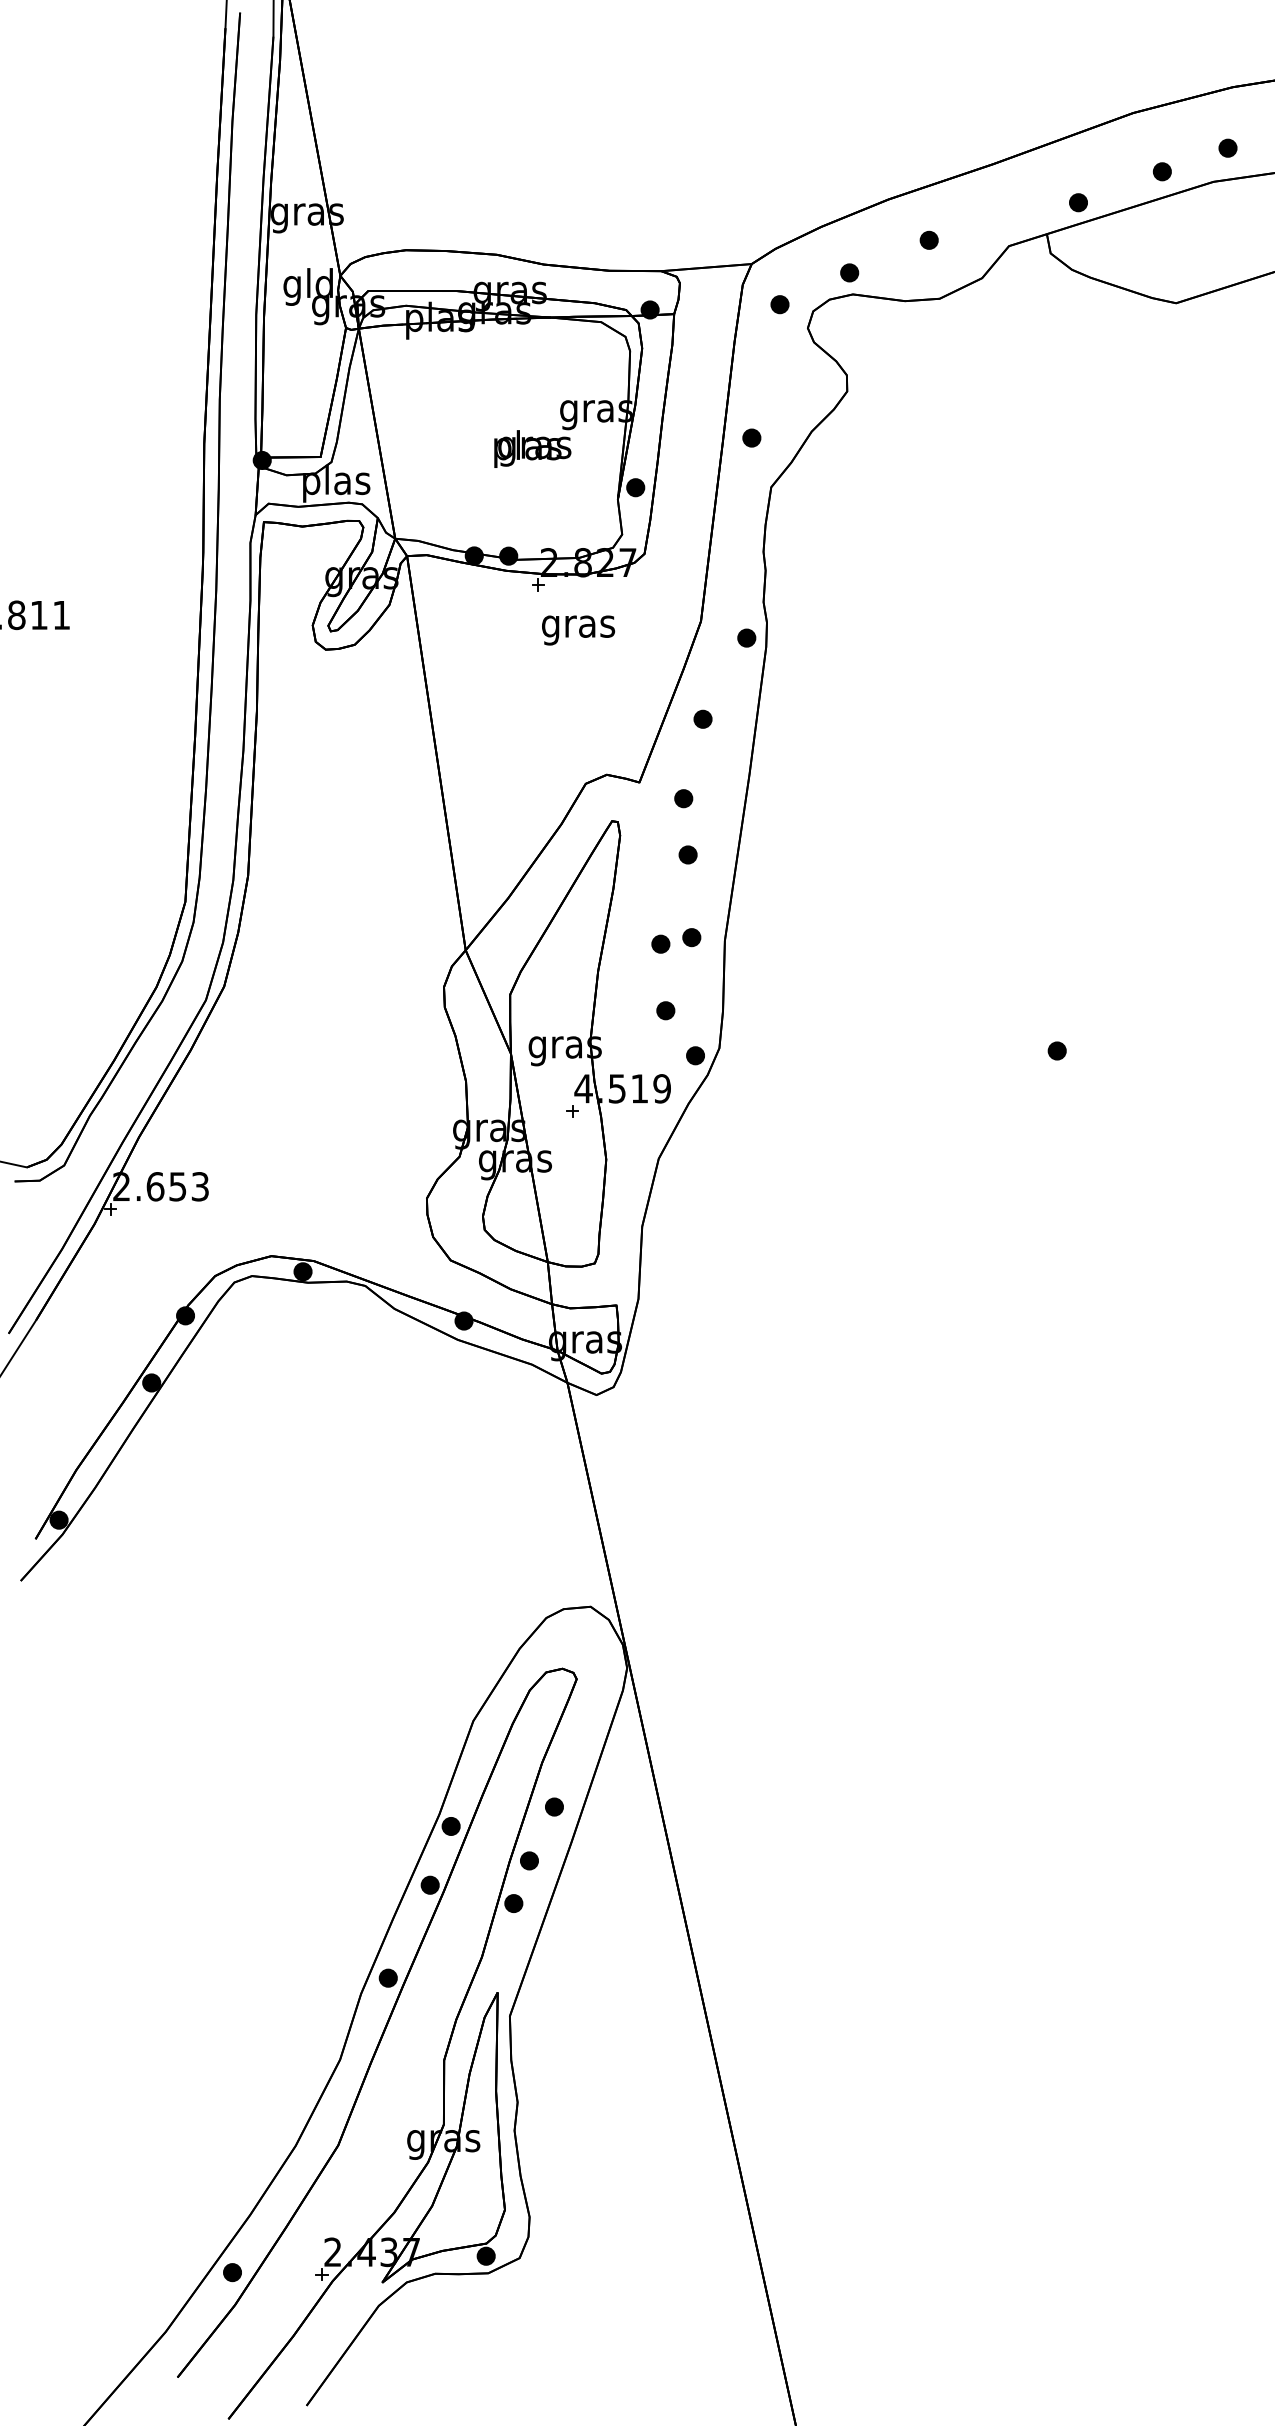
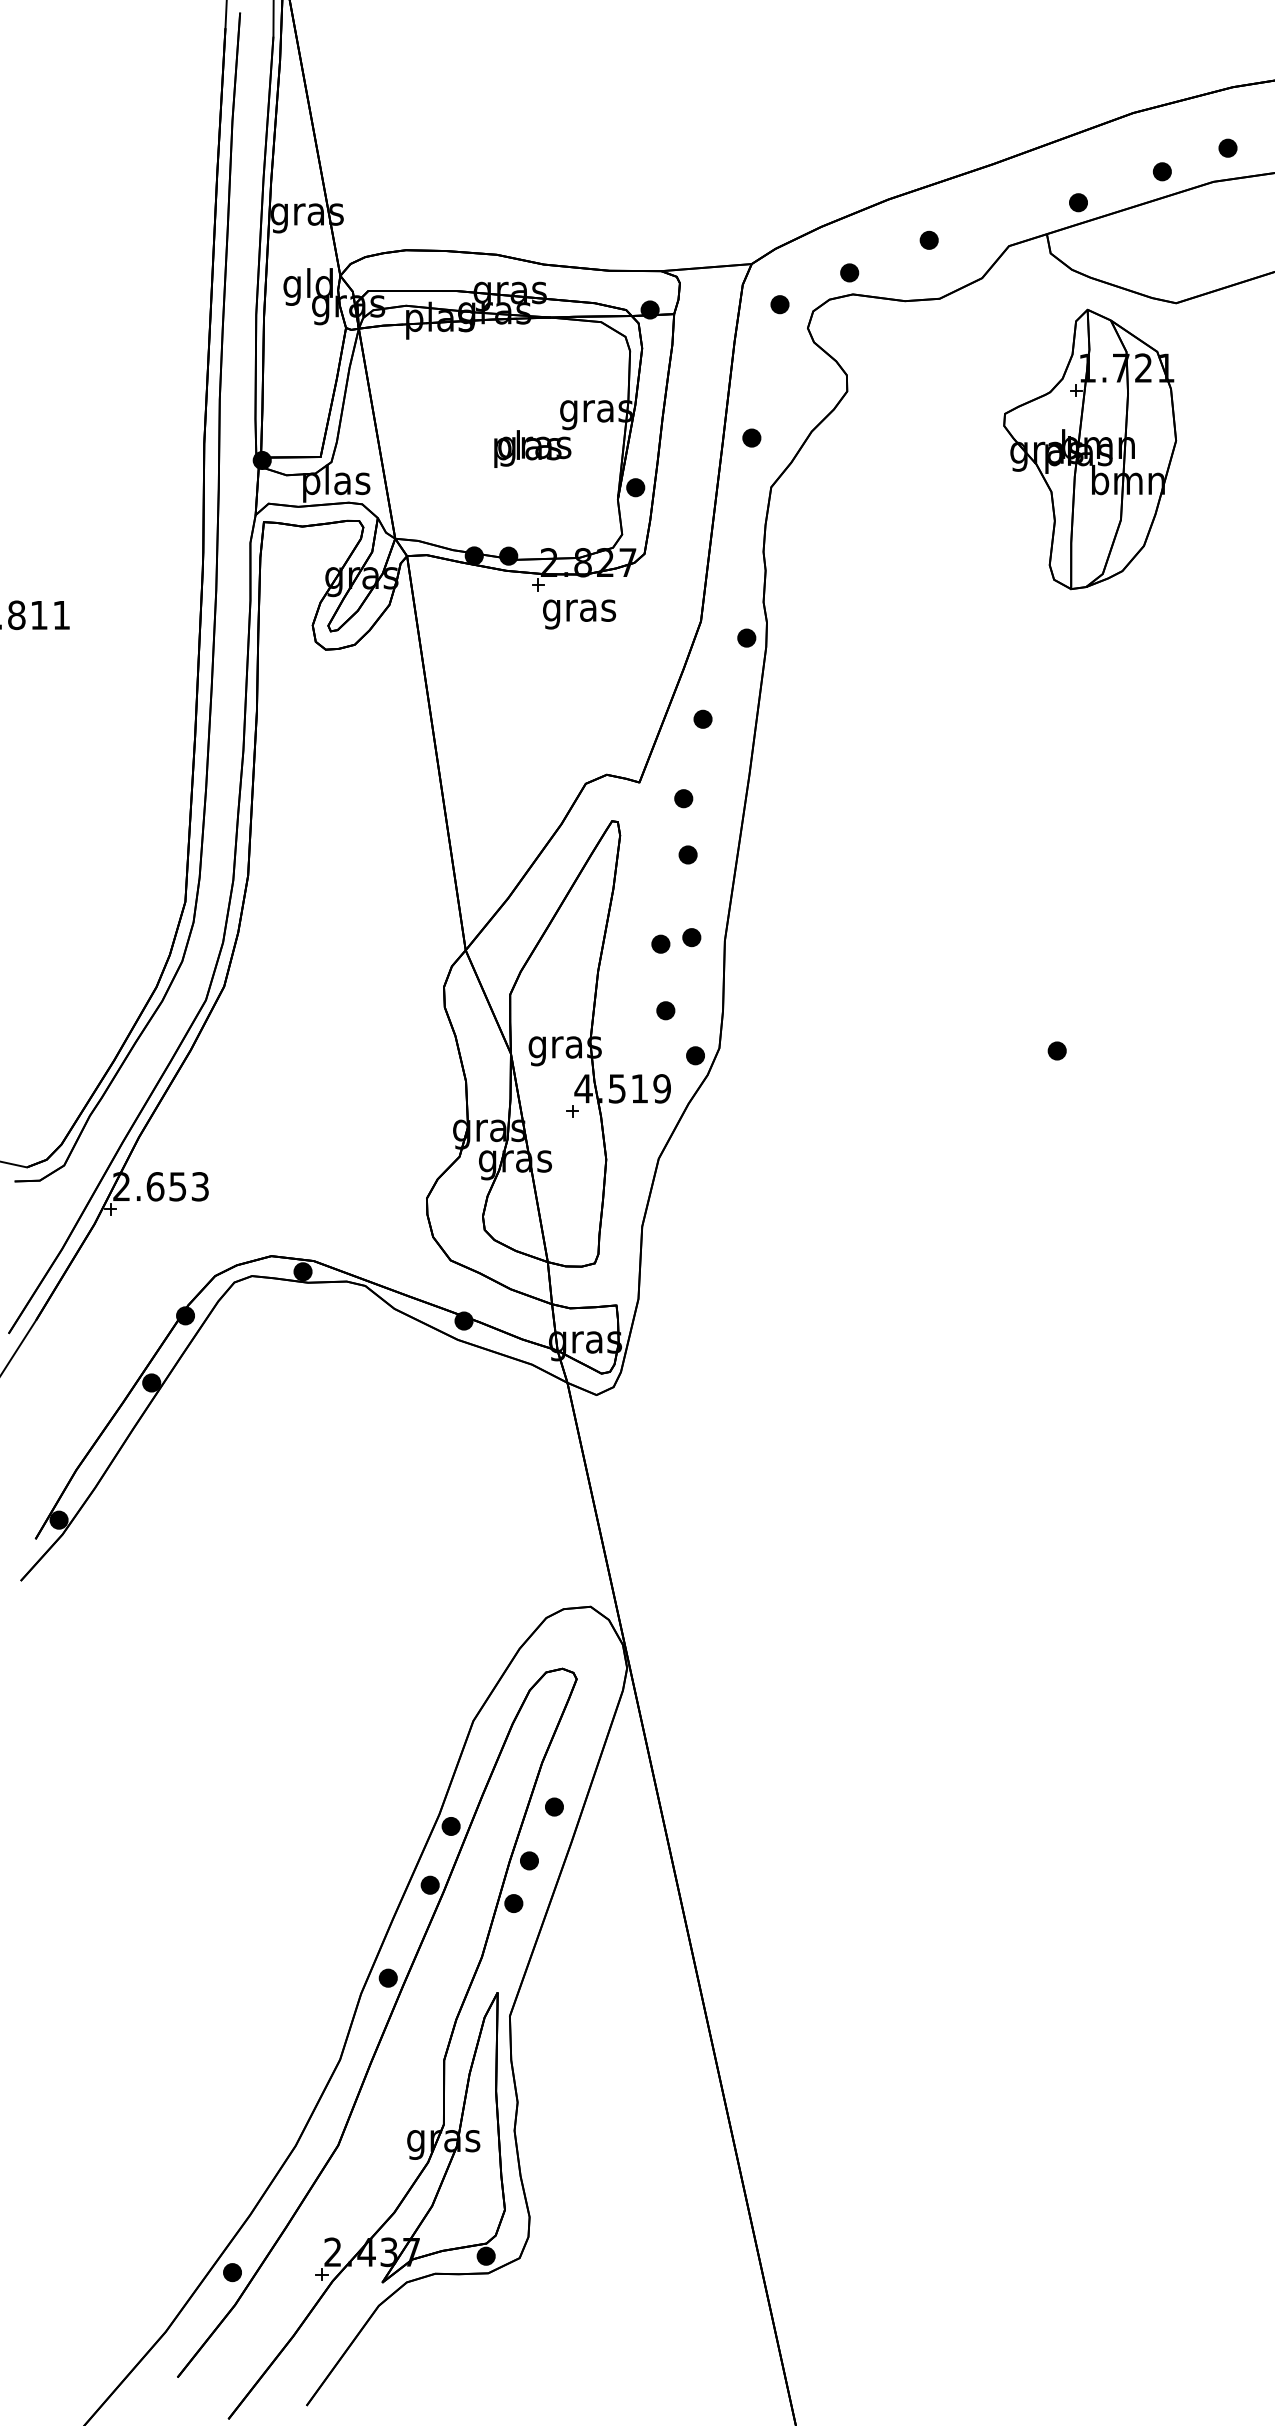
part at (1090, 449): none -> present
text at (578, 630) position: (578, 630) -> (579, 614)
